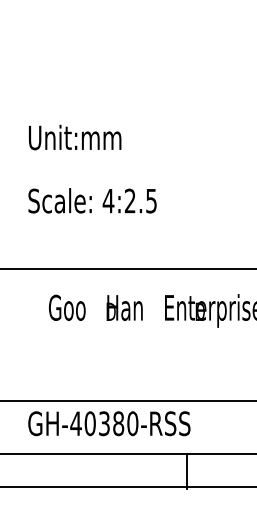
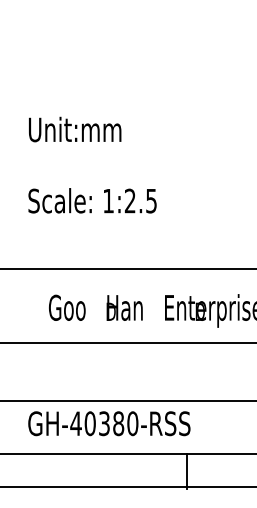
text at (75, 137) position: (75, 137) -> (75, 129)
text at (108, 201): 4:2.5 -> 1:2.5
line at (127, 342): none -> present
